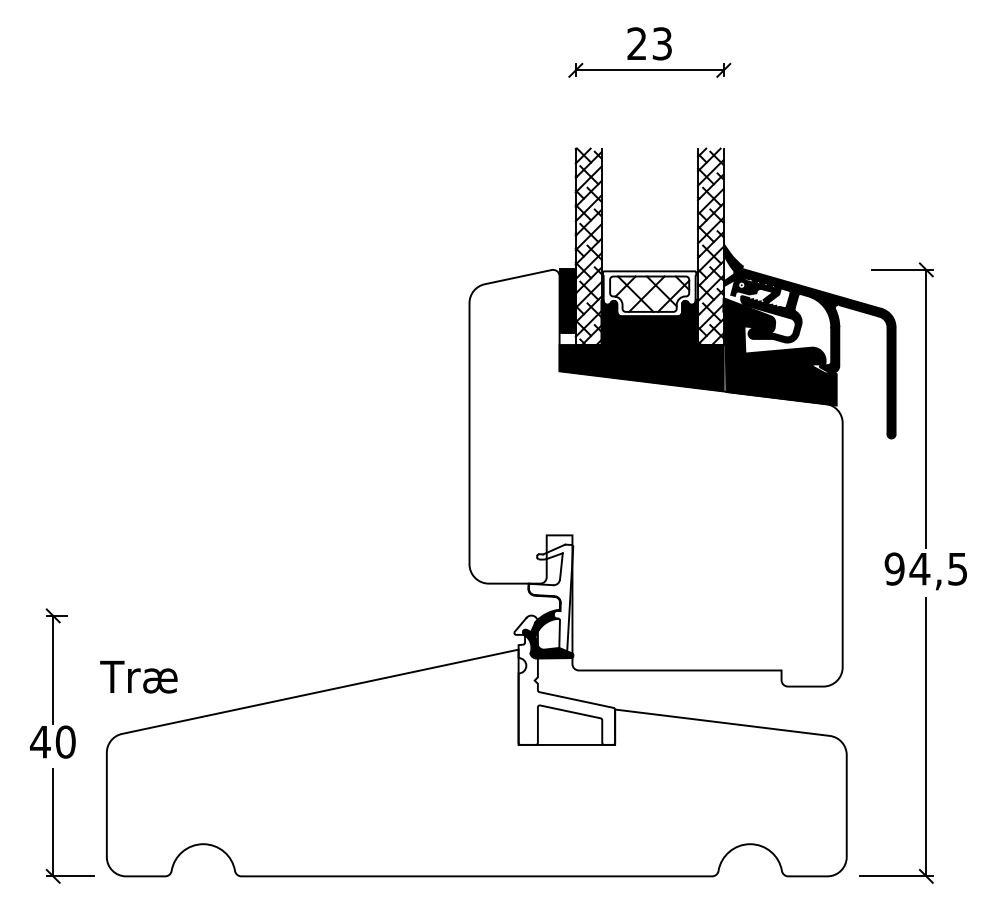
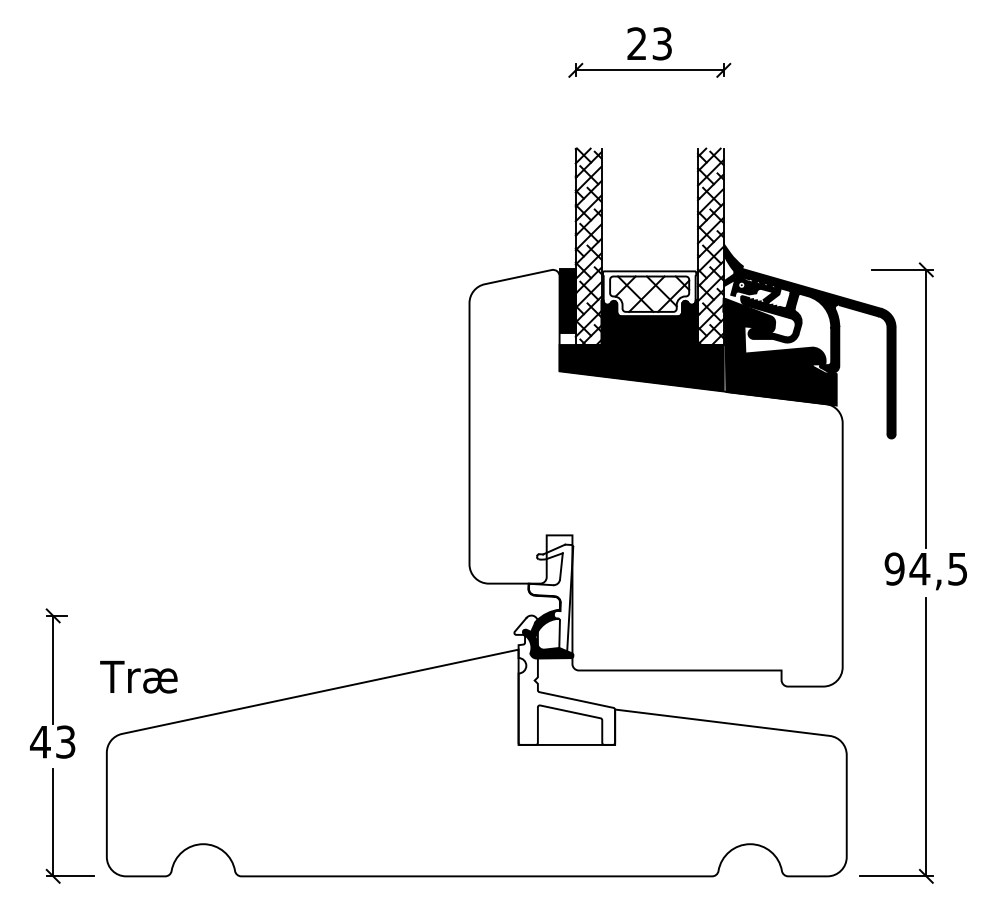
text at (65, 741): 40 -> 43
